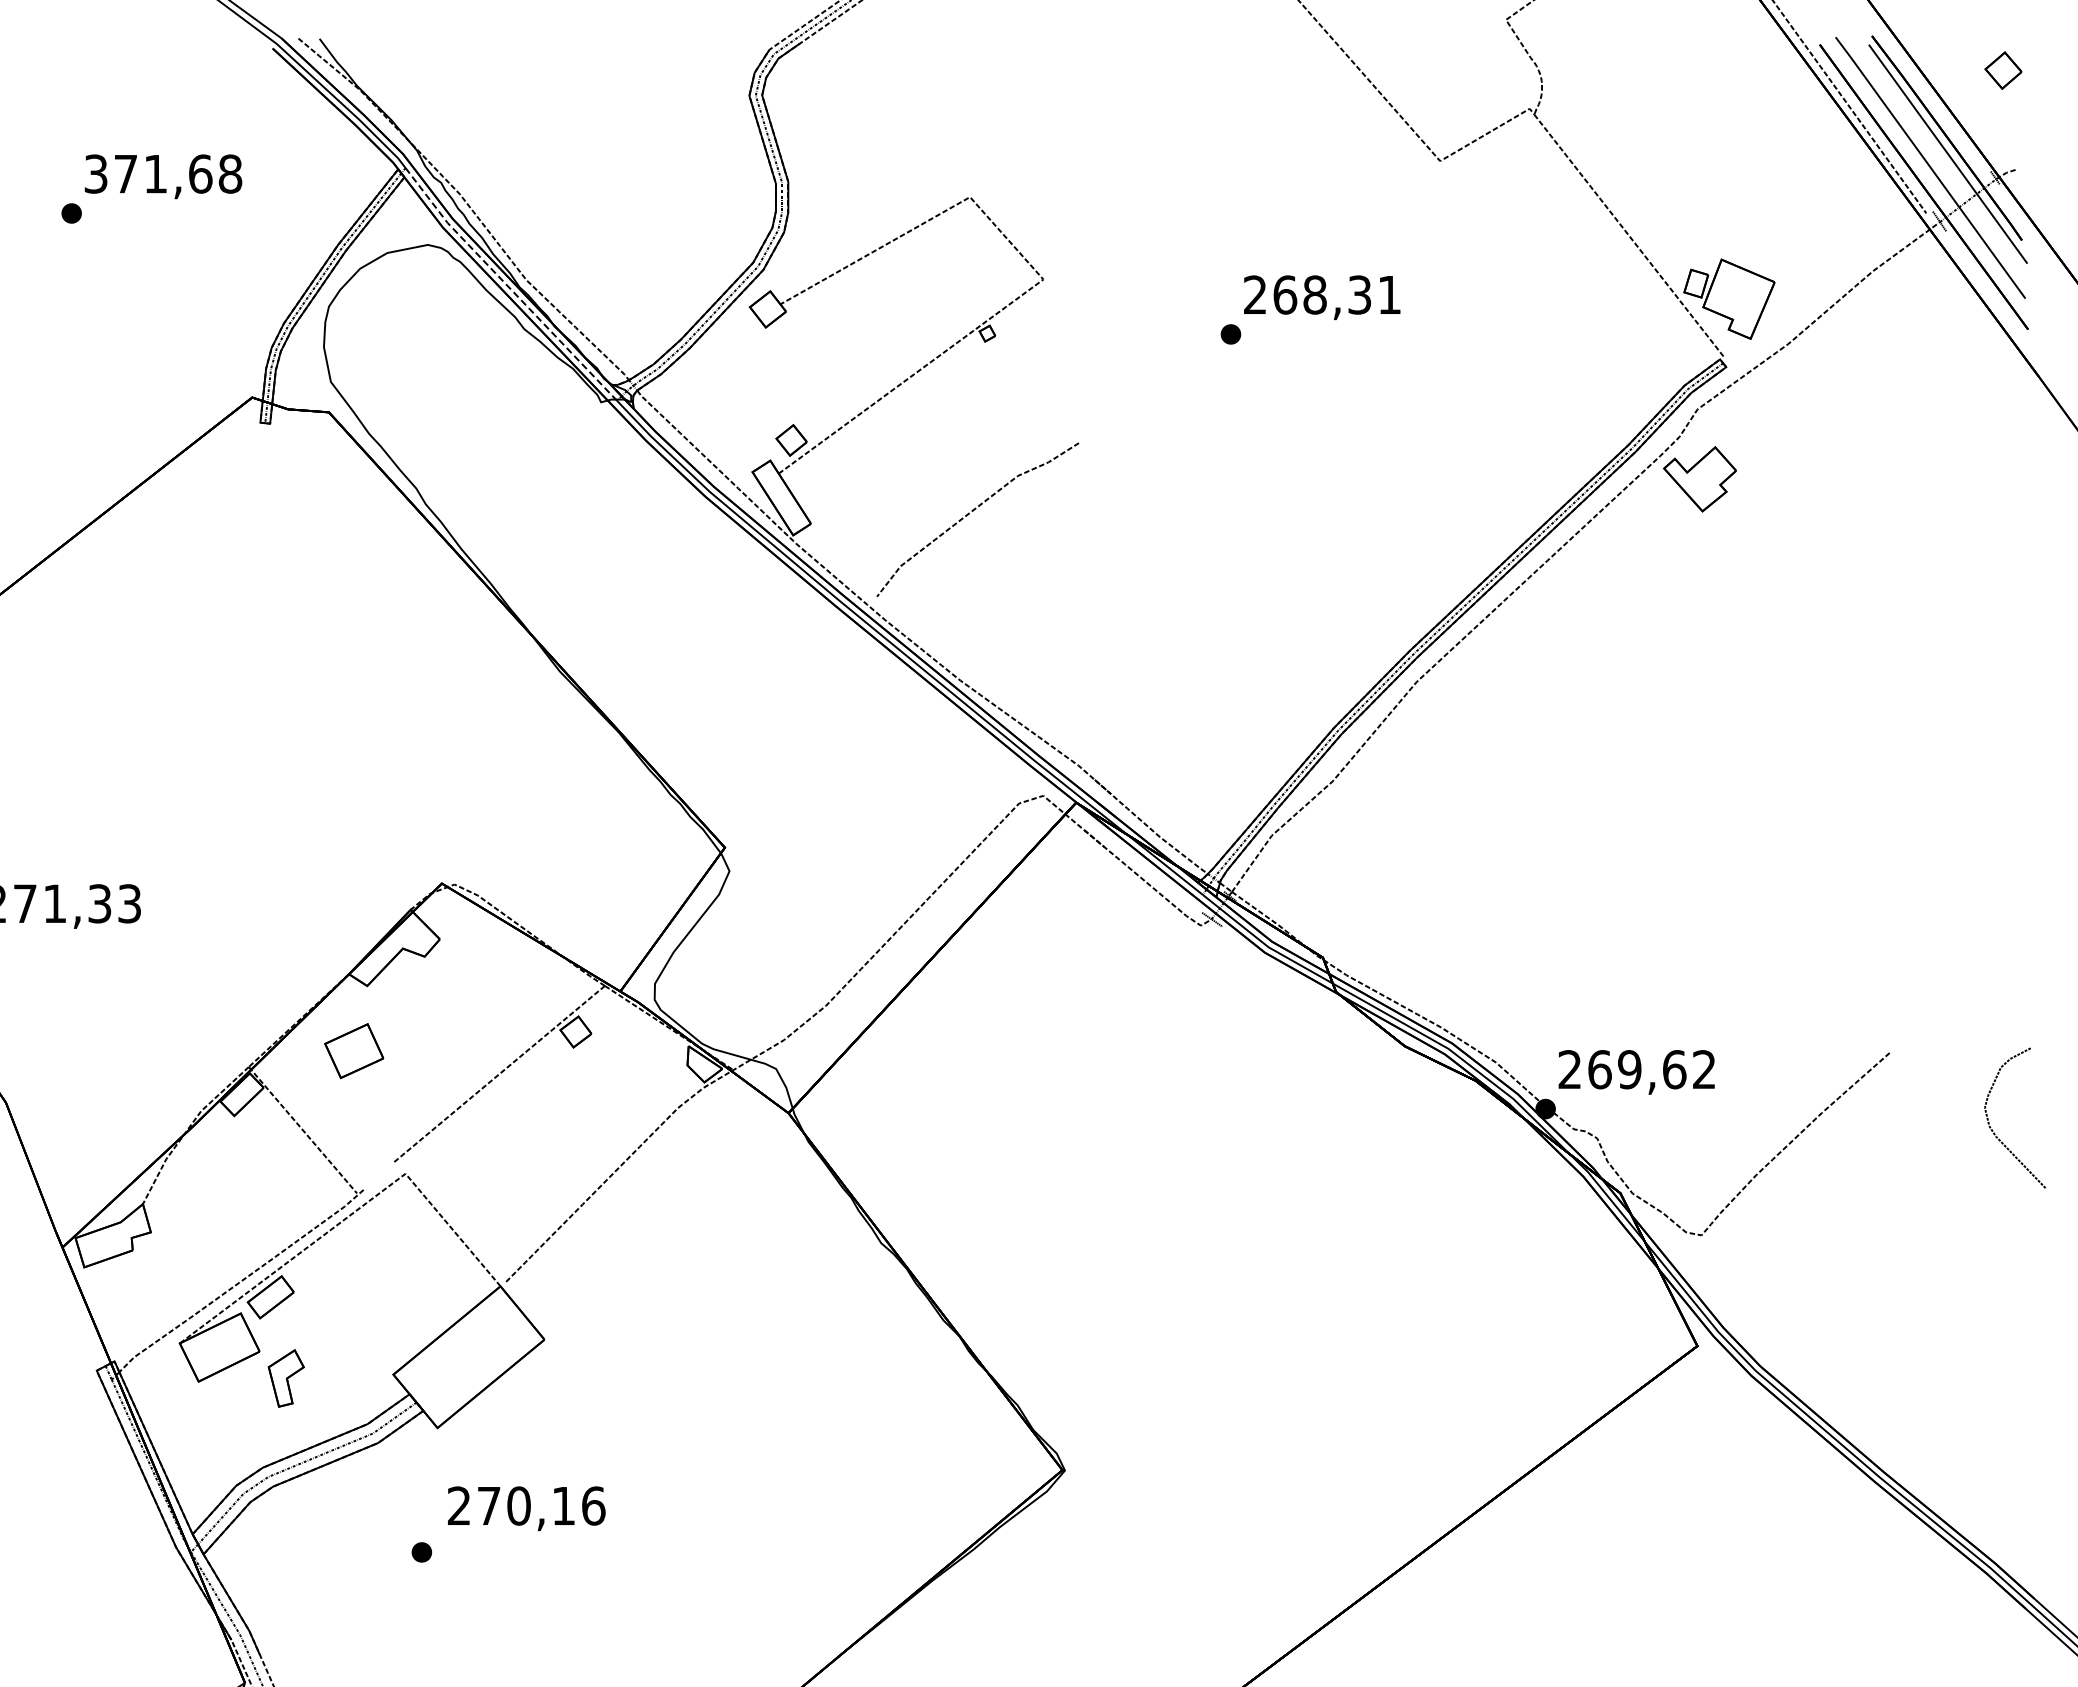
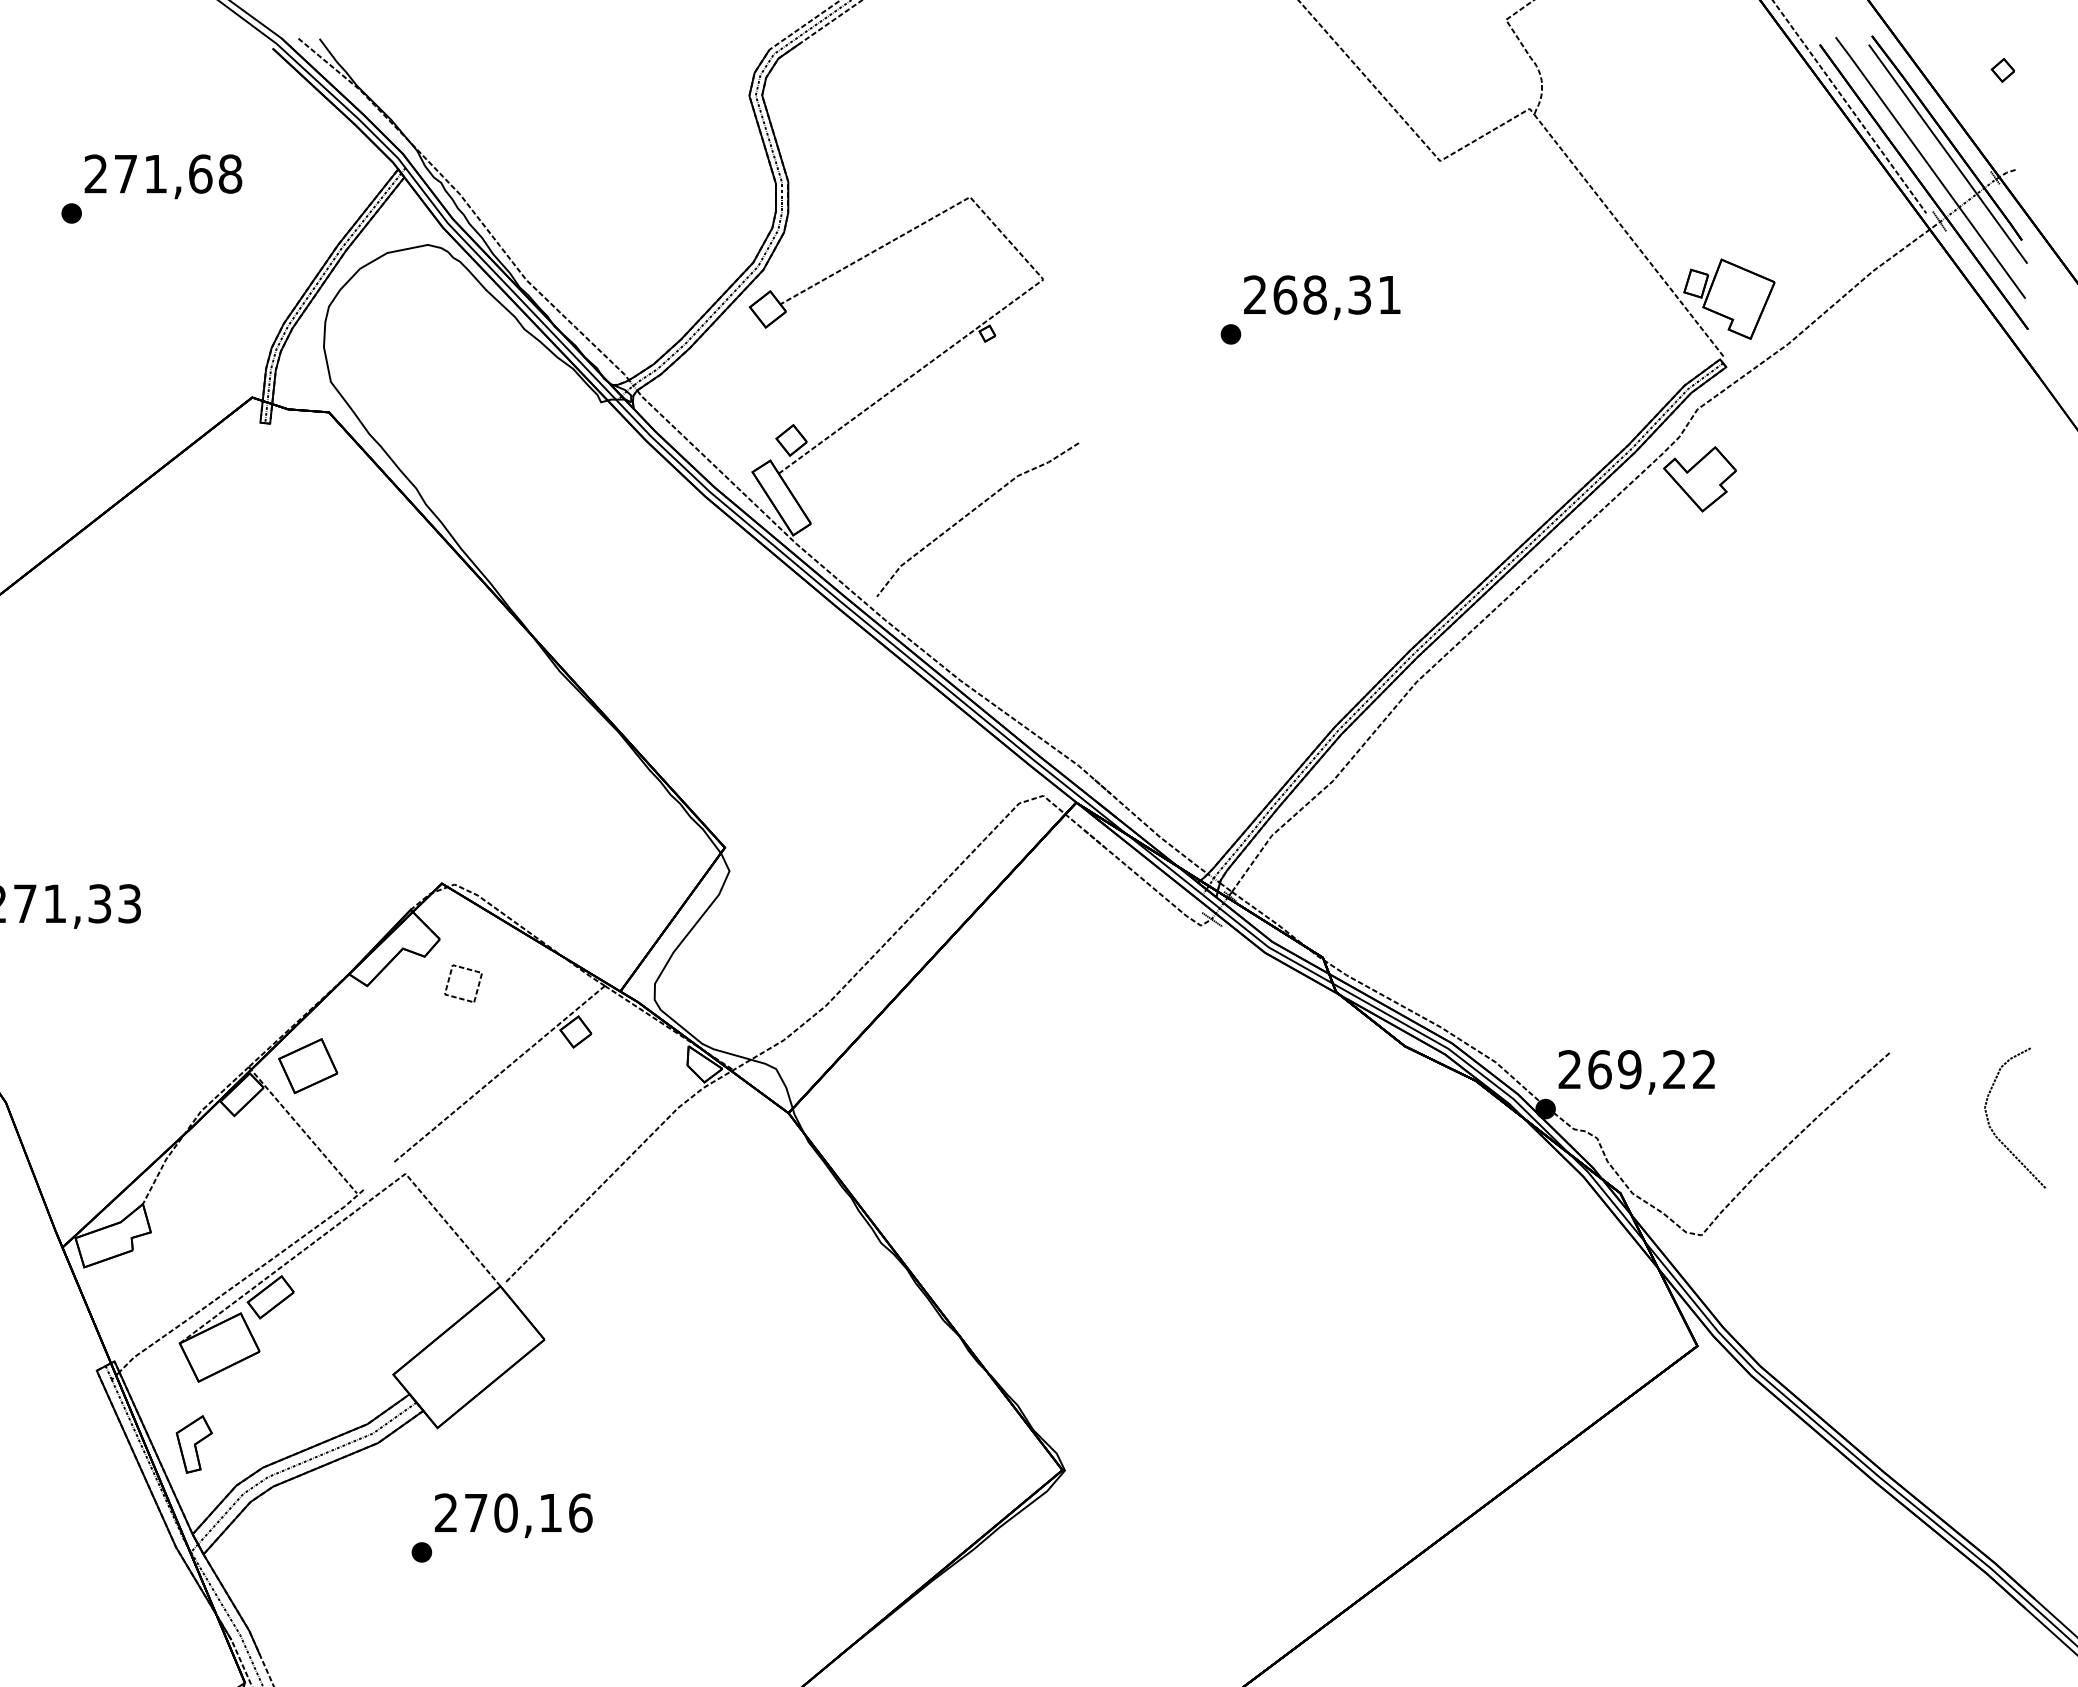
part at (2003, 70) size: 39x39 px -> 25x26 px
text at (95, 173): 371,68 -> 271,68
line at (507, 286): dashed -> solid
part at (468, 970): none -> present
part at (354, 1051) position: (354, 1051) -> (308, 1066)
text at (1674, 1069): 269,62 -> 269,22
part at (285, 1378) position: (285, 1378) -> (193, 1444)
text at (526, 1508) position: (526, 1508) -> (513, 1515)
